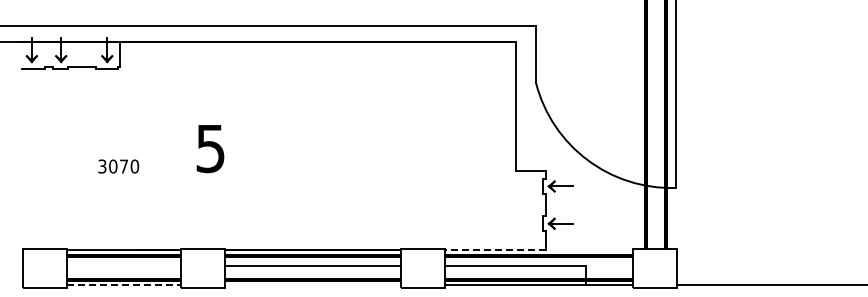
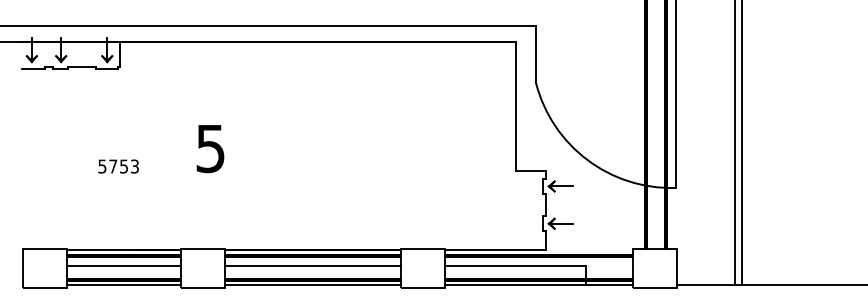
line at (734, 143): none -> present
line at (741, 143): none -> present
text at (118, 166): 3070 -> 5753
line at (495, 249): dashed -> solid
line at (123, 265): none -> present
line at (123, 285): dashed -> solid
line at (312, 285): none -> present
